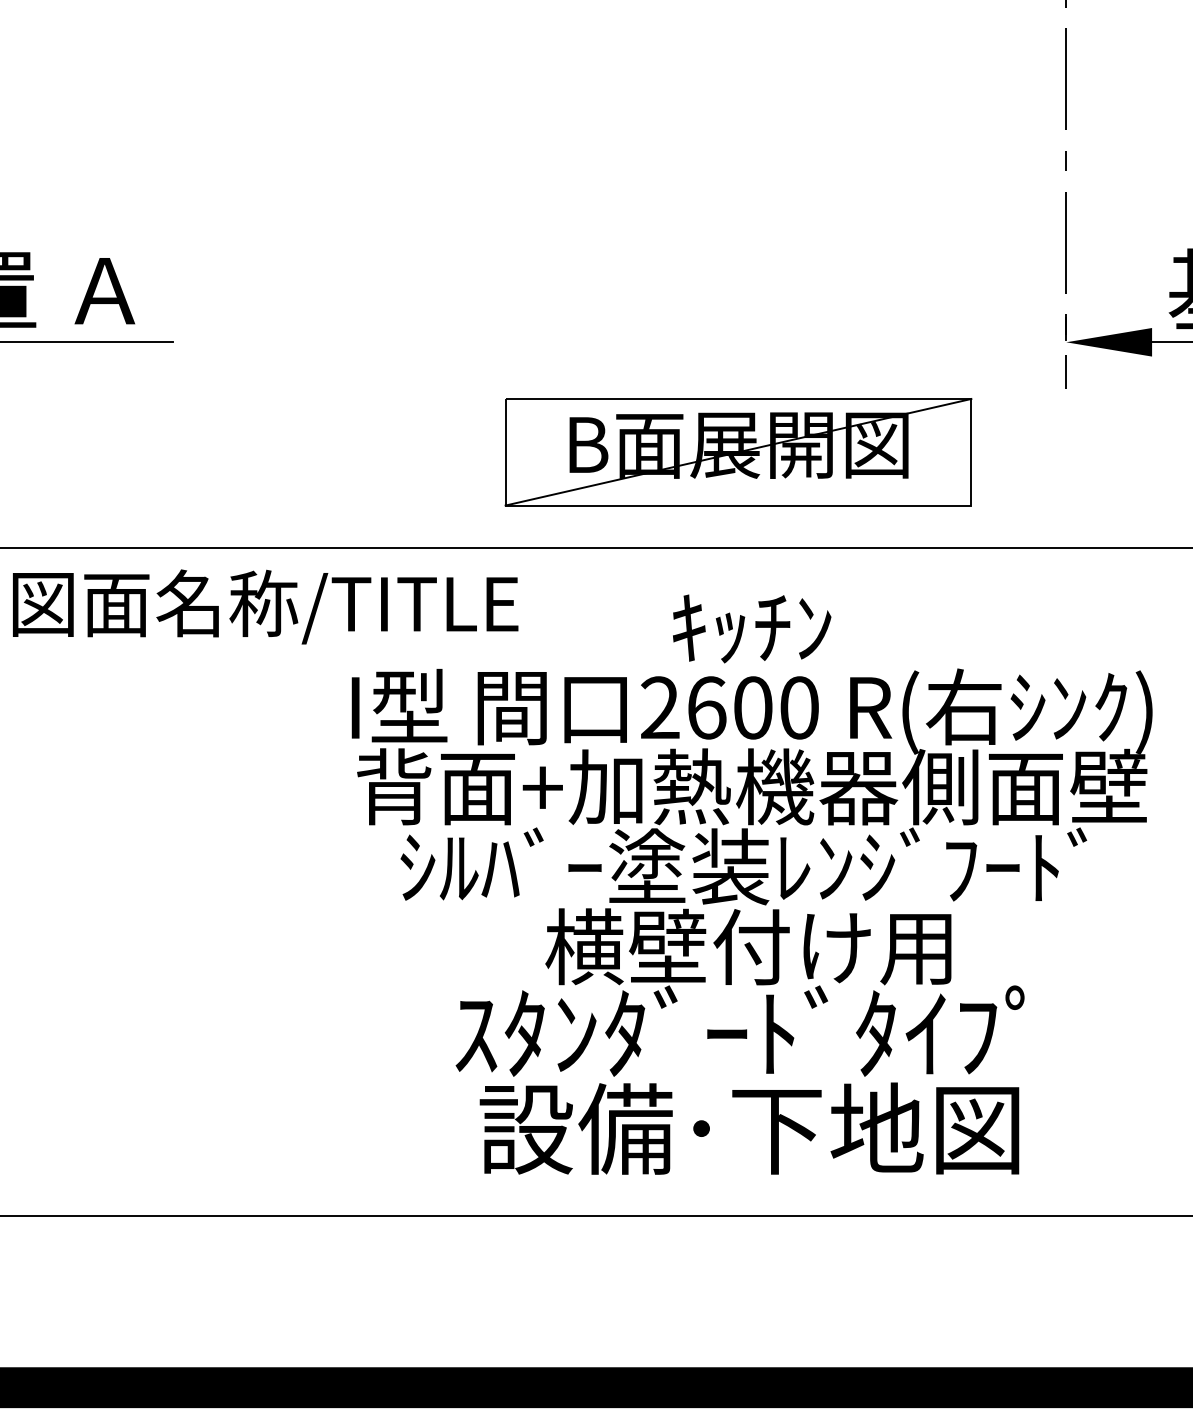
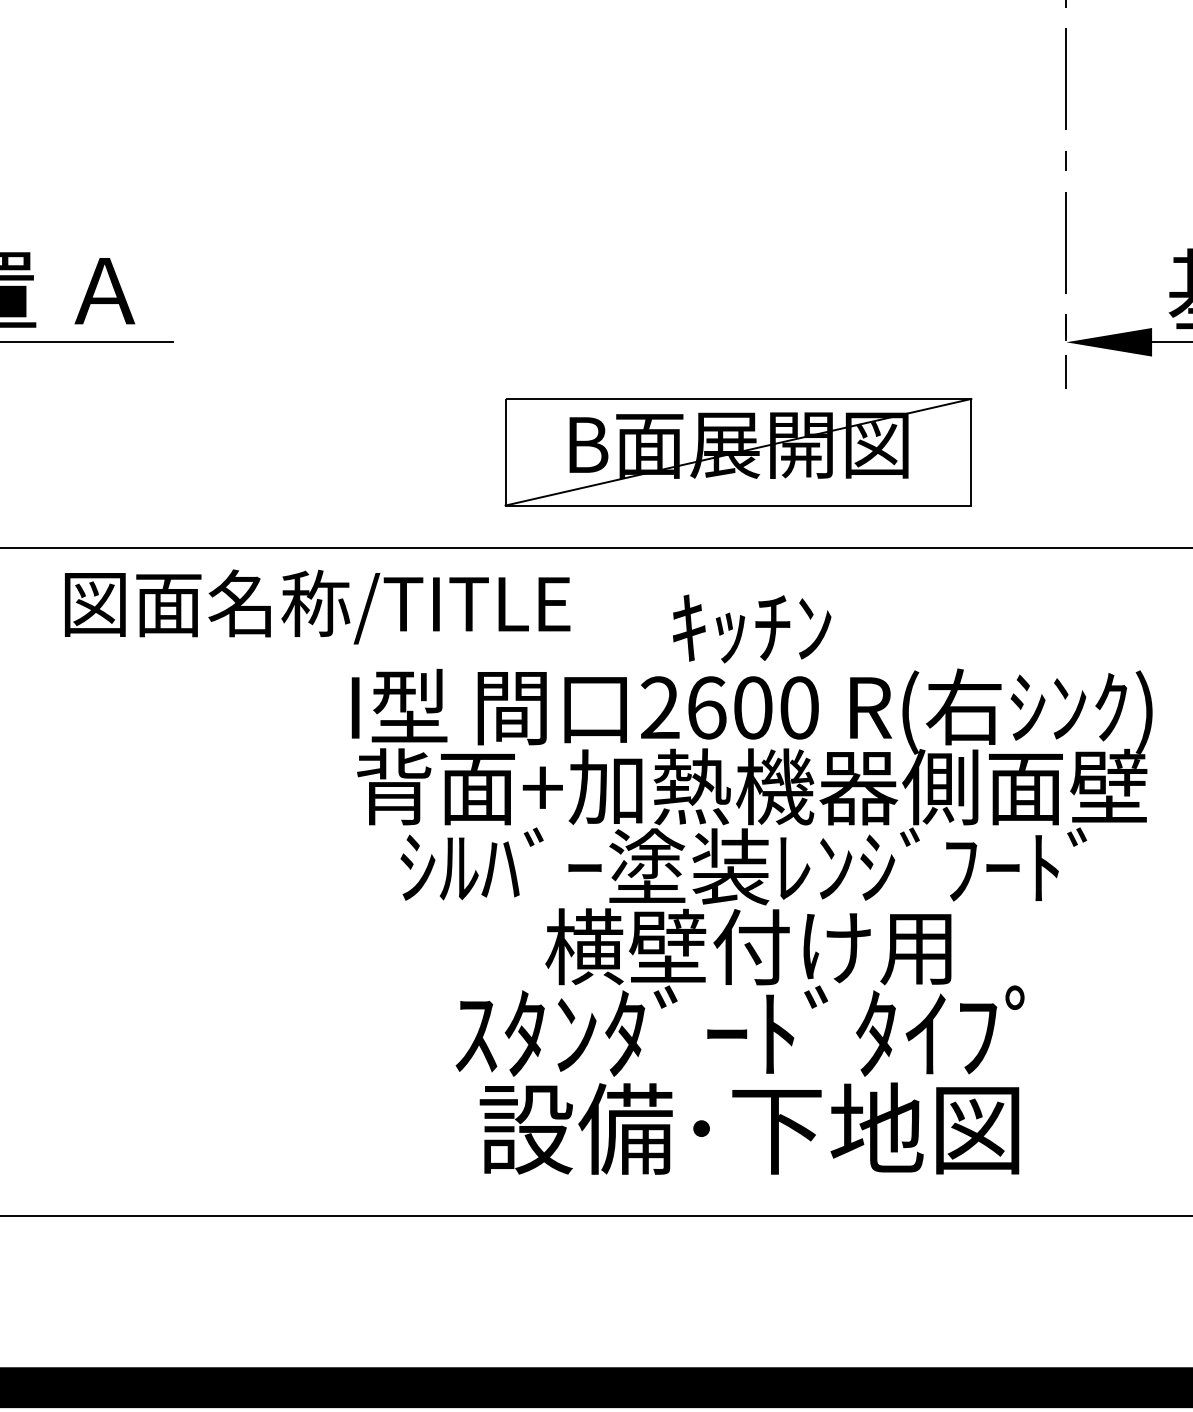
text at (265, 606) position: (265, 606) -> (317, 606)
